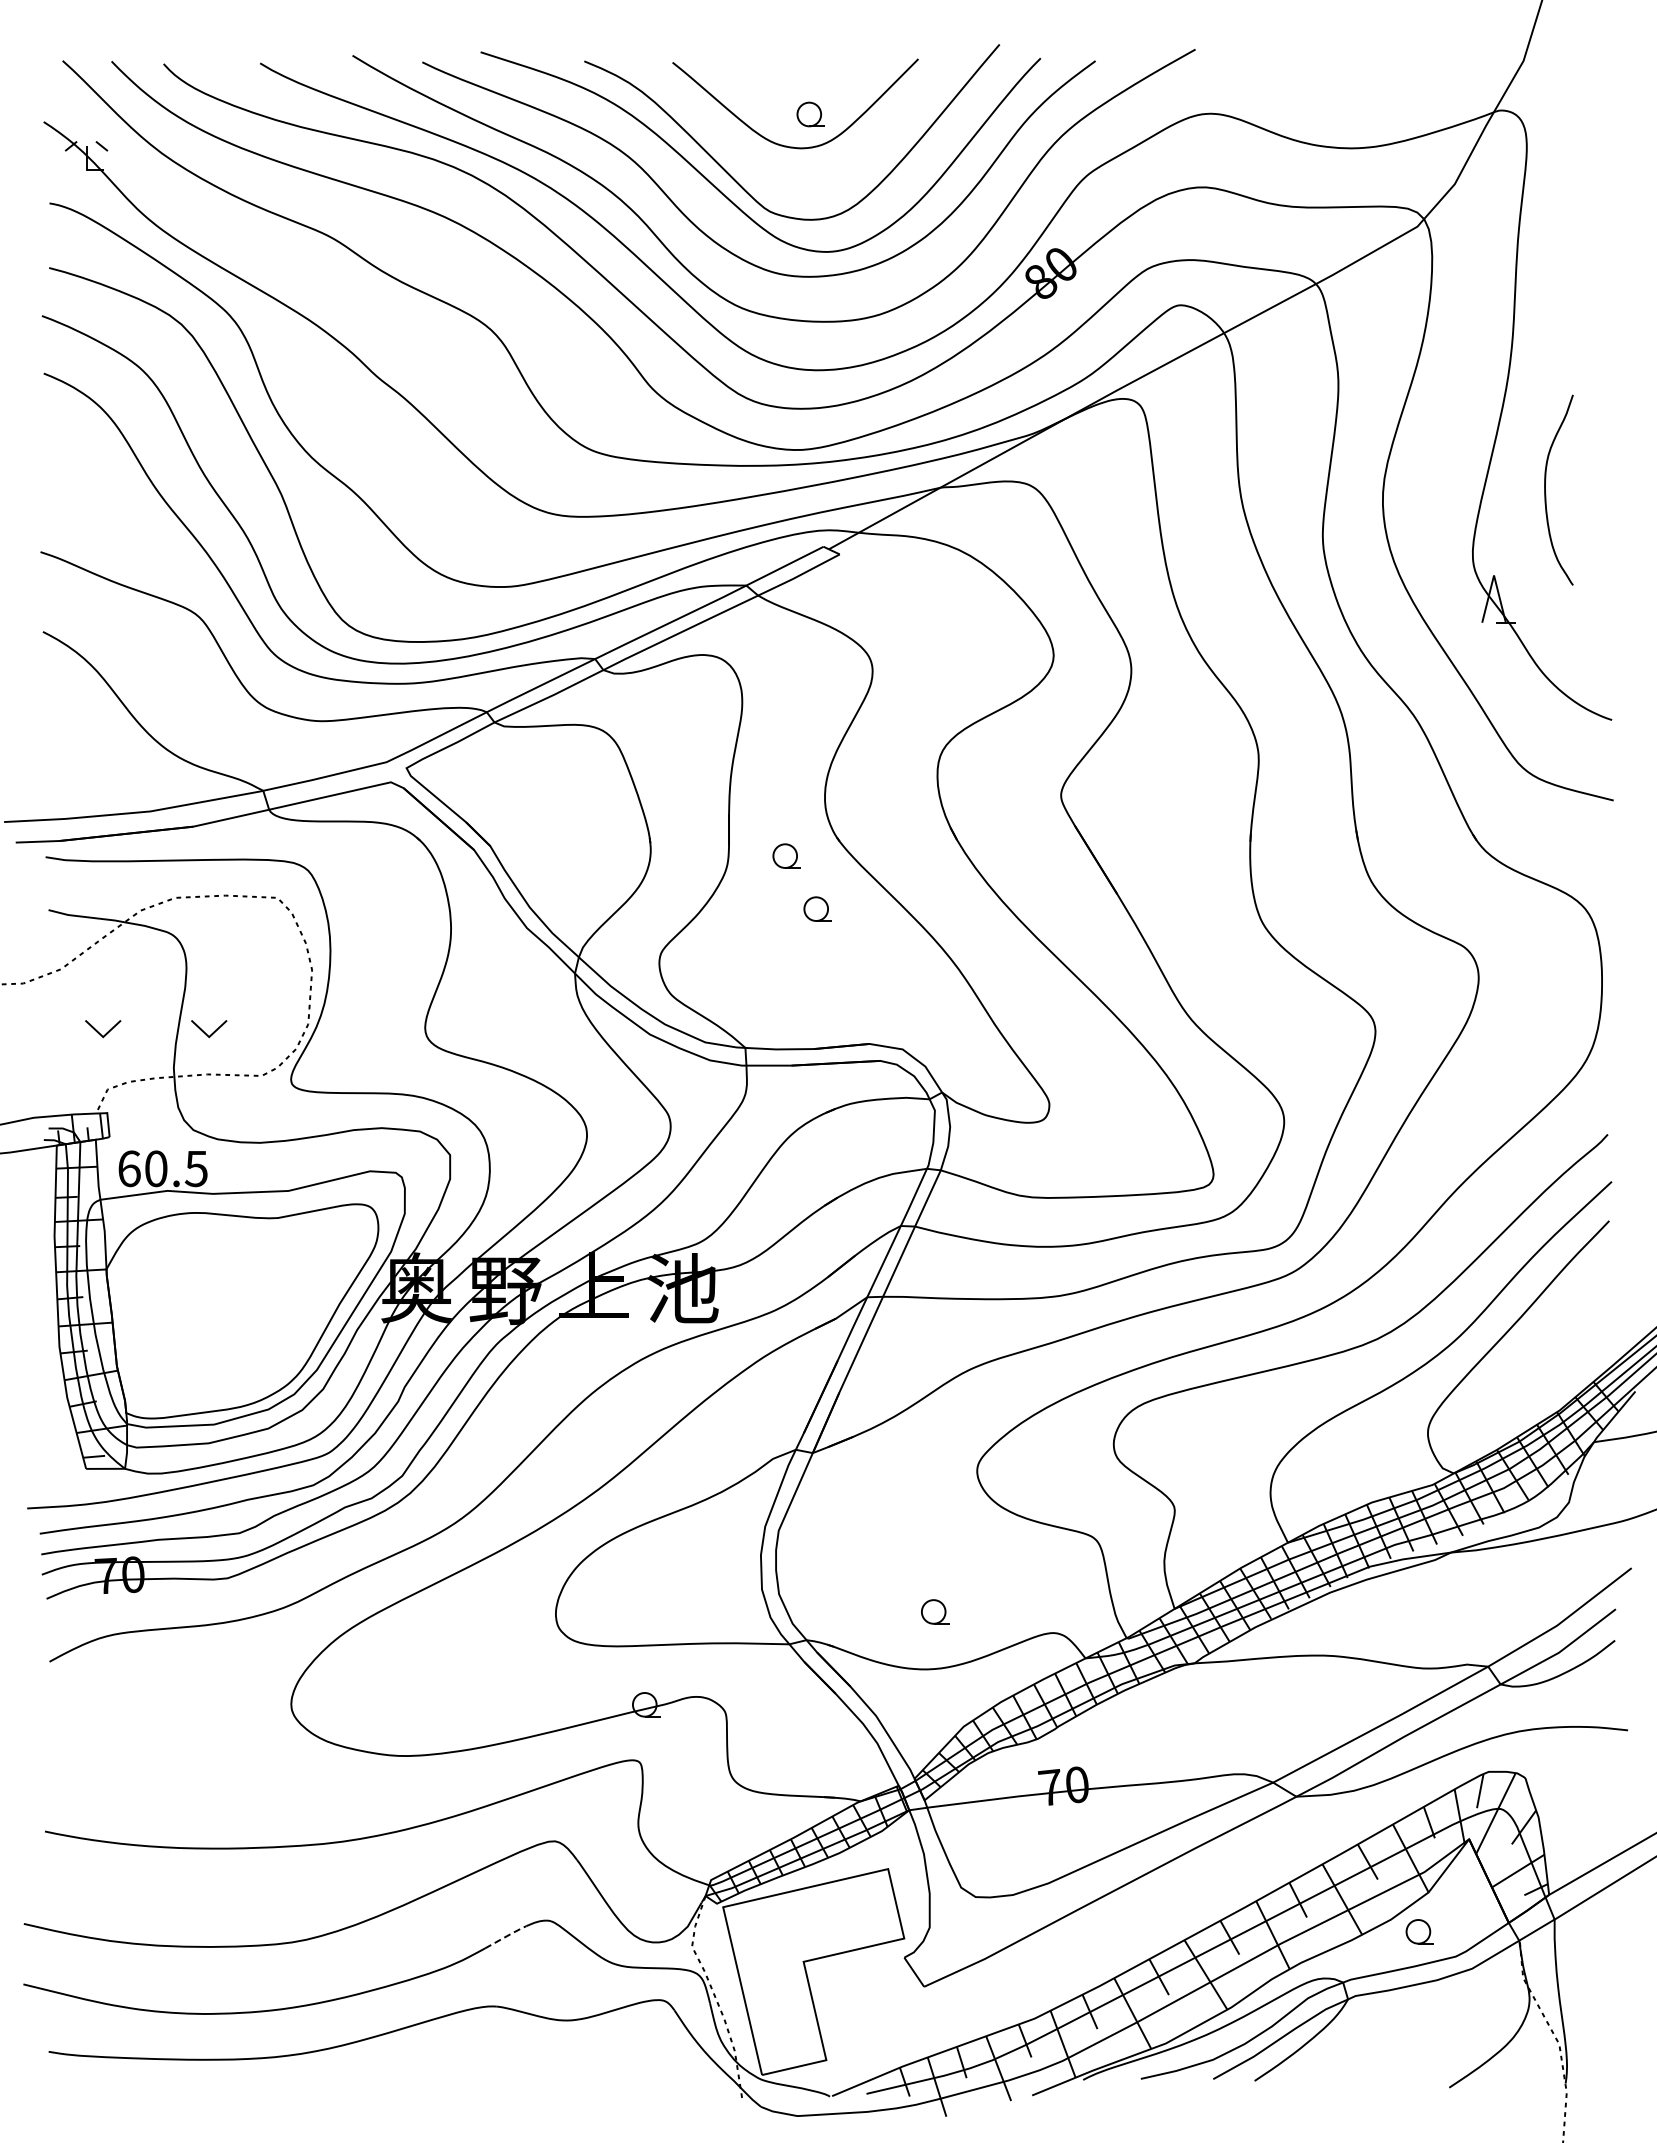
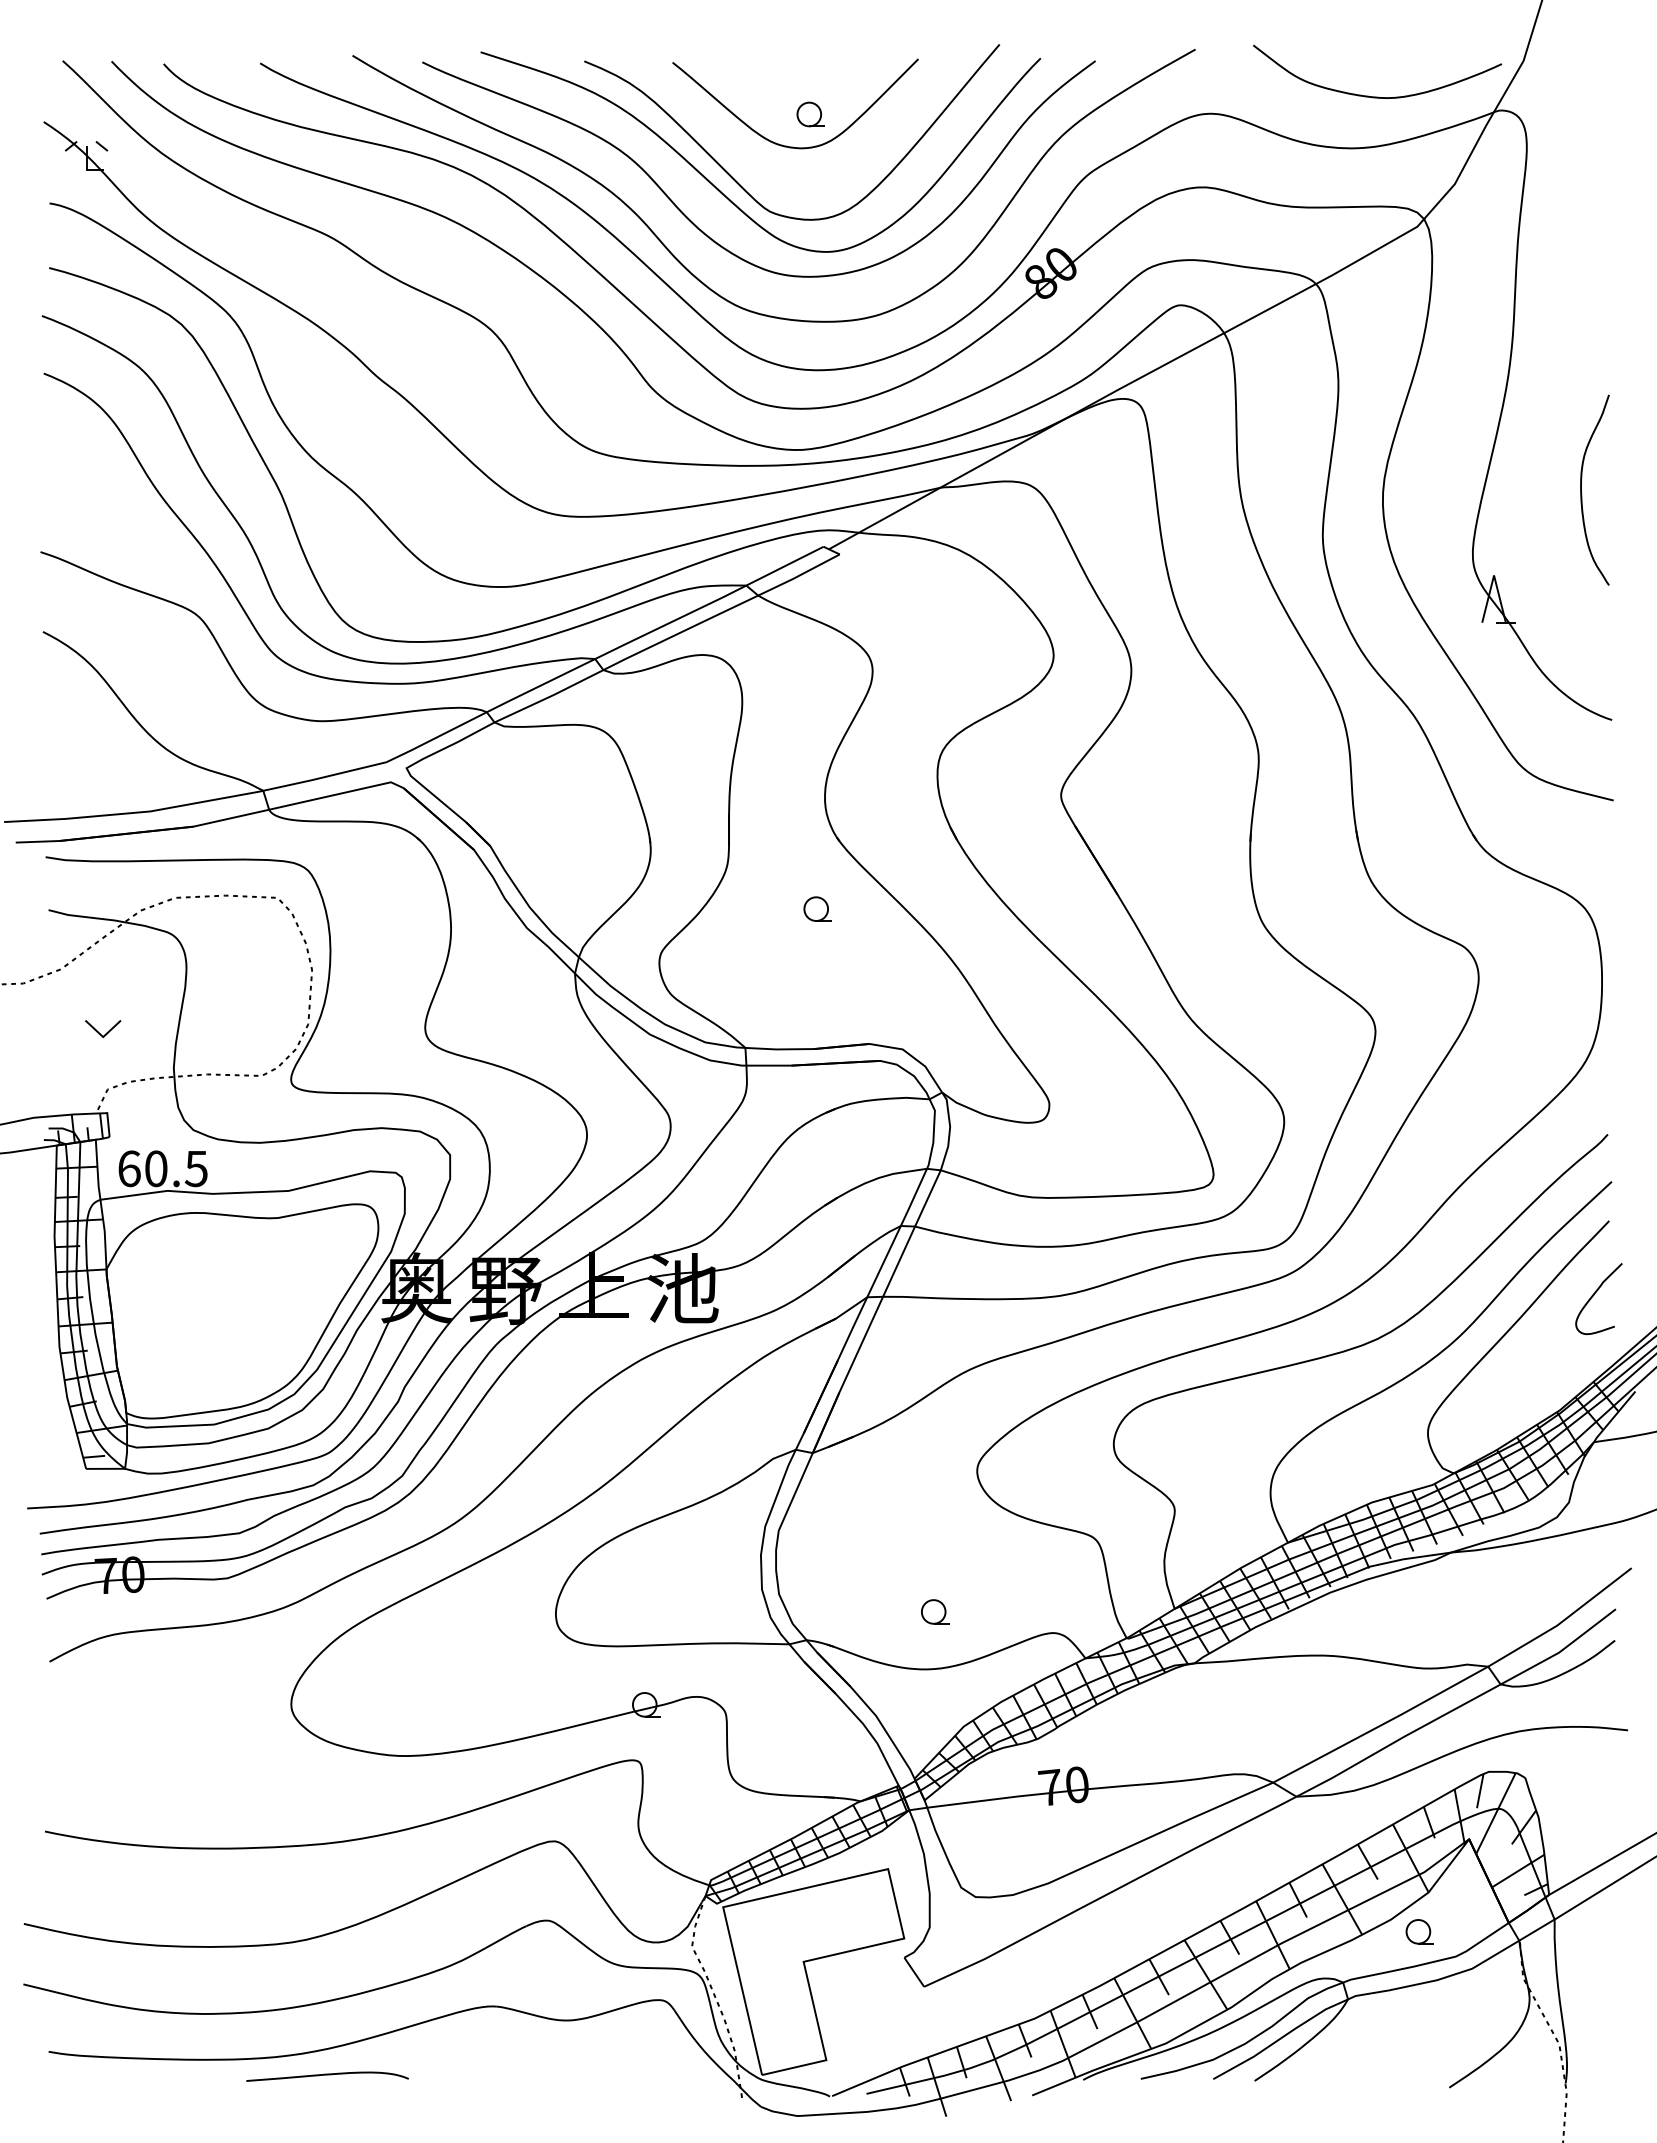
curve at (1377, 96): none -> present
curve at (1545, 489) position: (1545, 489) -> (1581, 489)
part at (786, 855): present -> none
part at (209, 1029): present -> none
curve at (1594, 1295): none -> present
line at (507, 1935): dashed -> solid
curve at (327, 2075): none -> present
